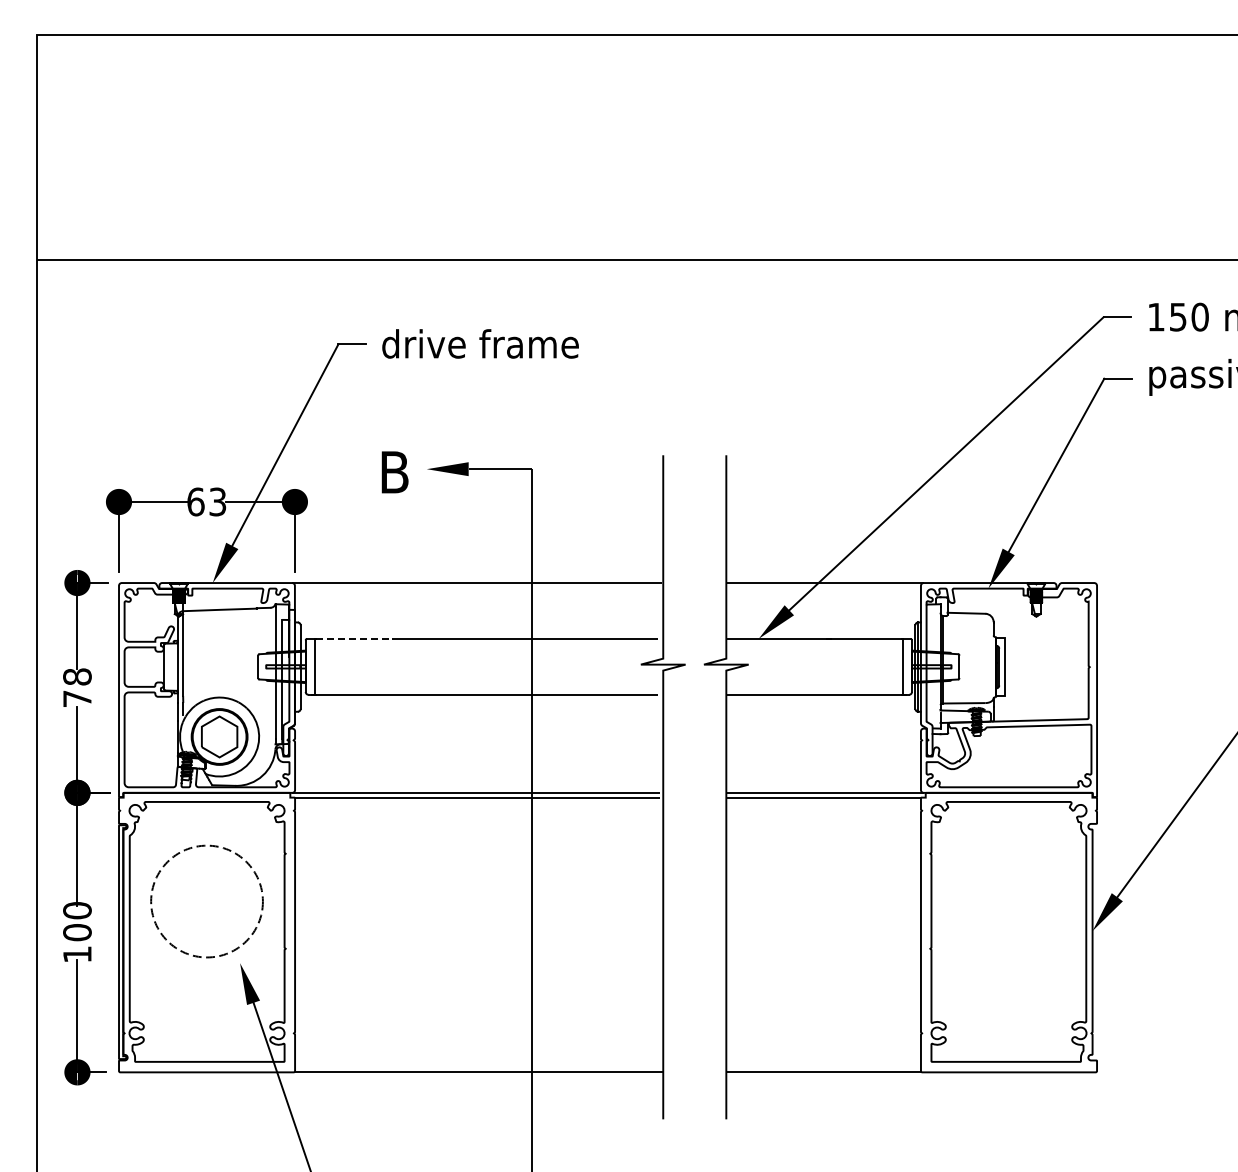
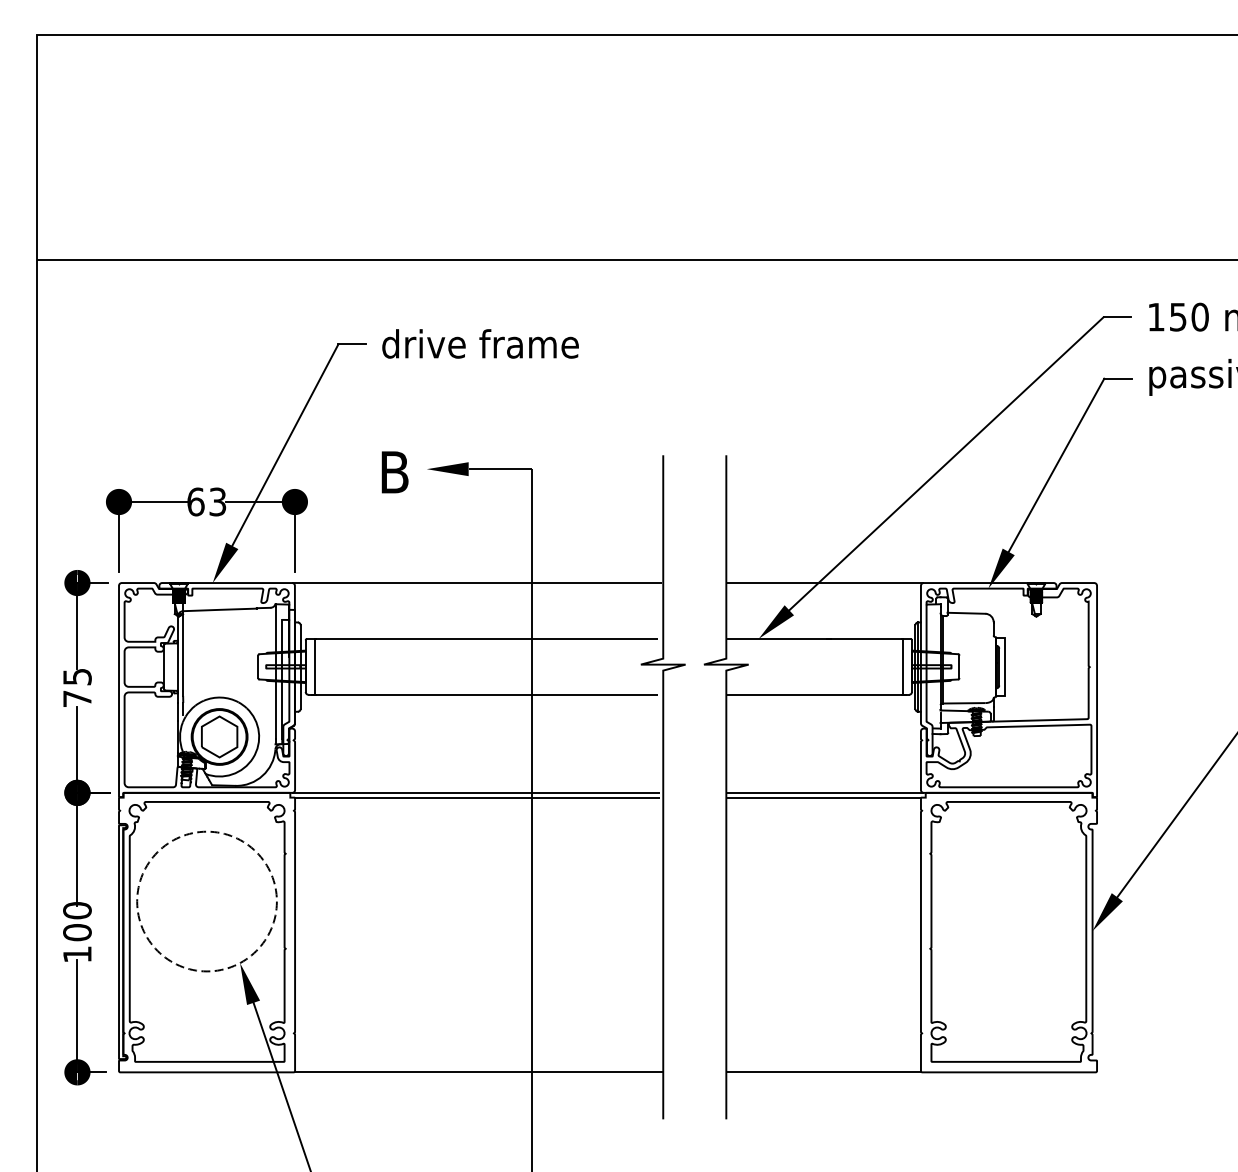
line at (353, 638): dashed -> solid
text at (77, 676): 78 -> 75
circle at (206, 901) diameter: 112 px -> 140 px
